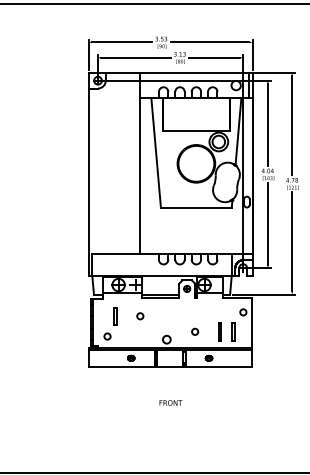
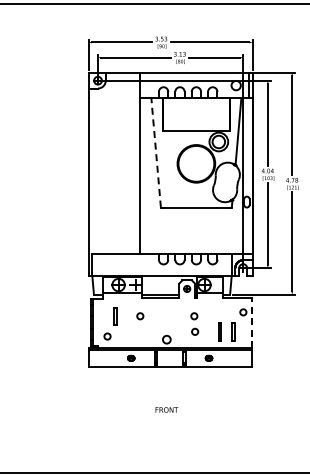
line at (156, 152): solid -> dashed
circle at (194, 316): none -> present
line at (252, 322): solid -> dashed
text at (170, 402) position: (170, 402) -> (166, 409)
